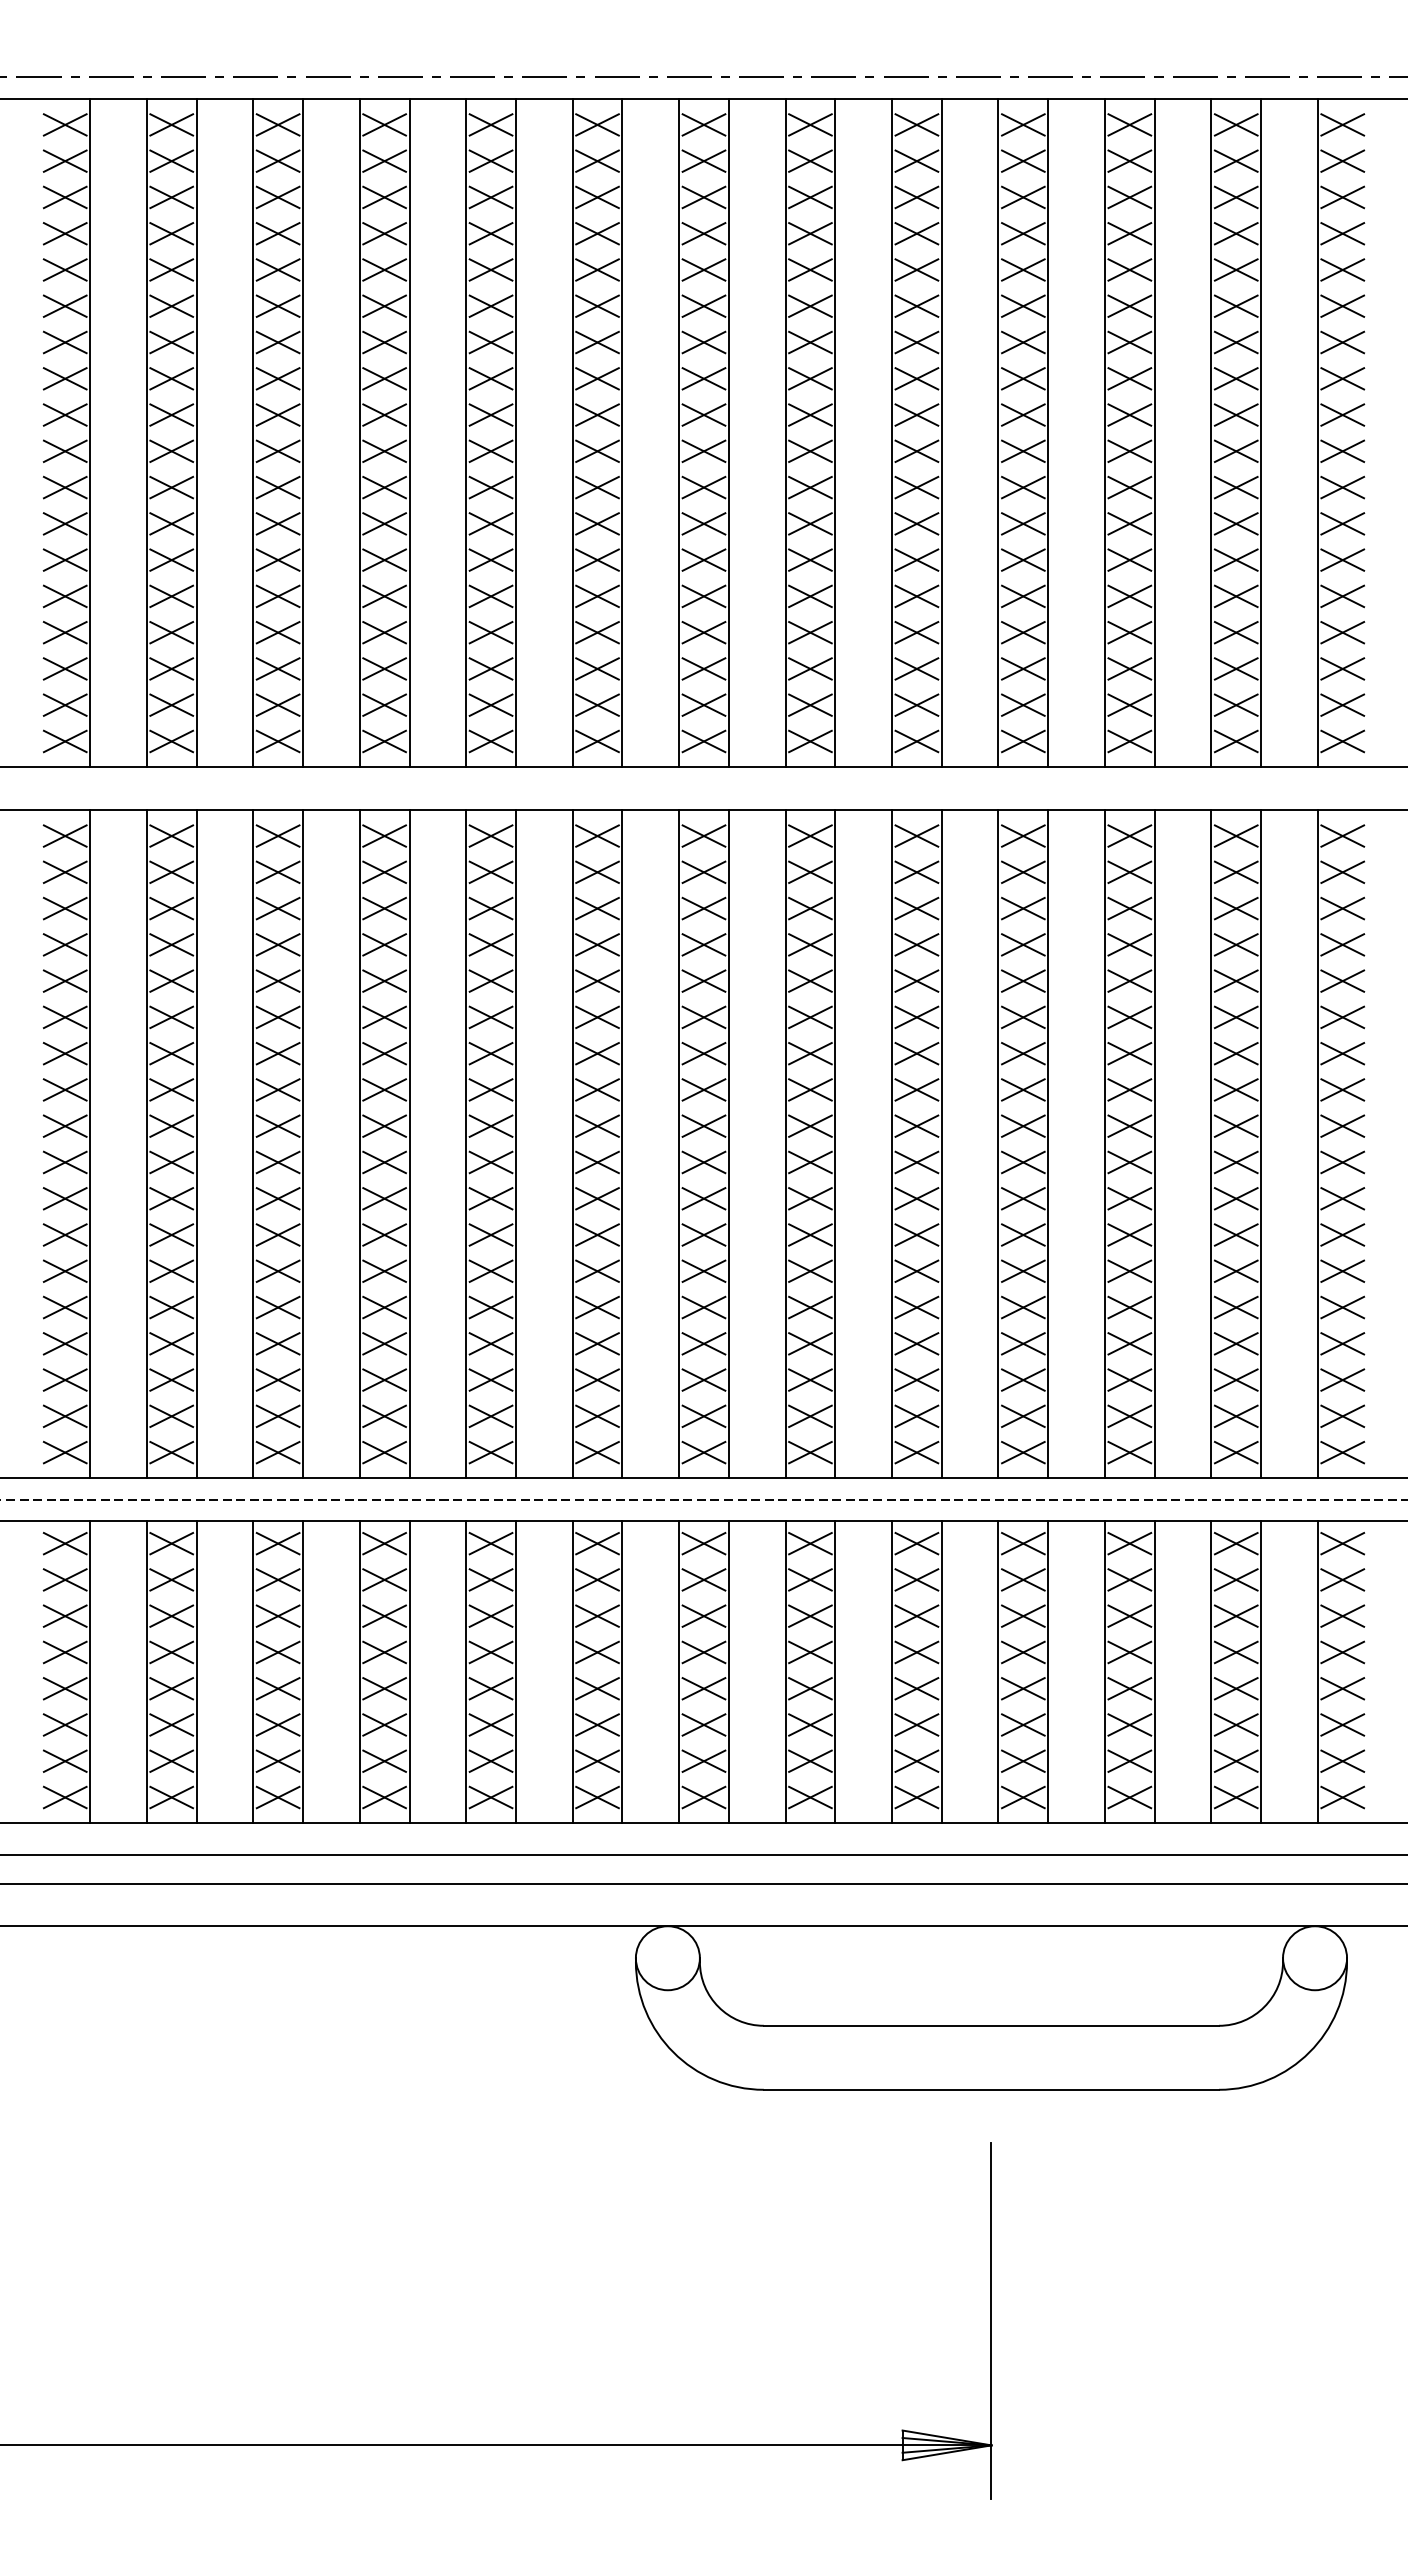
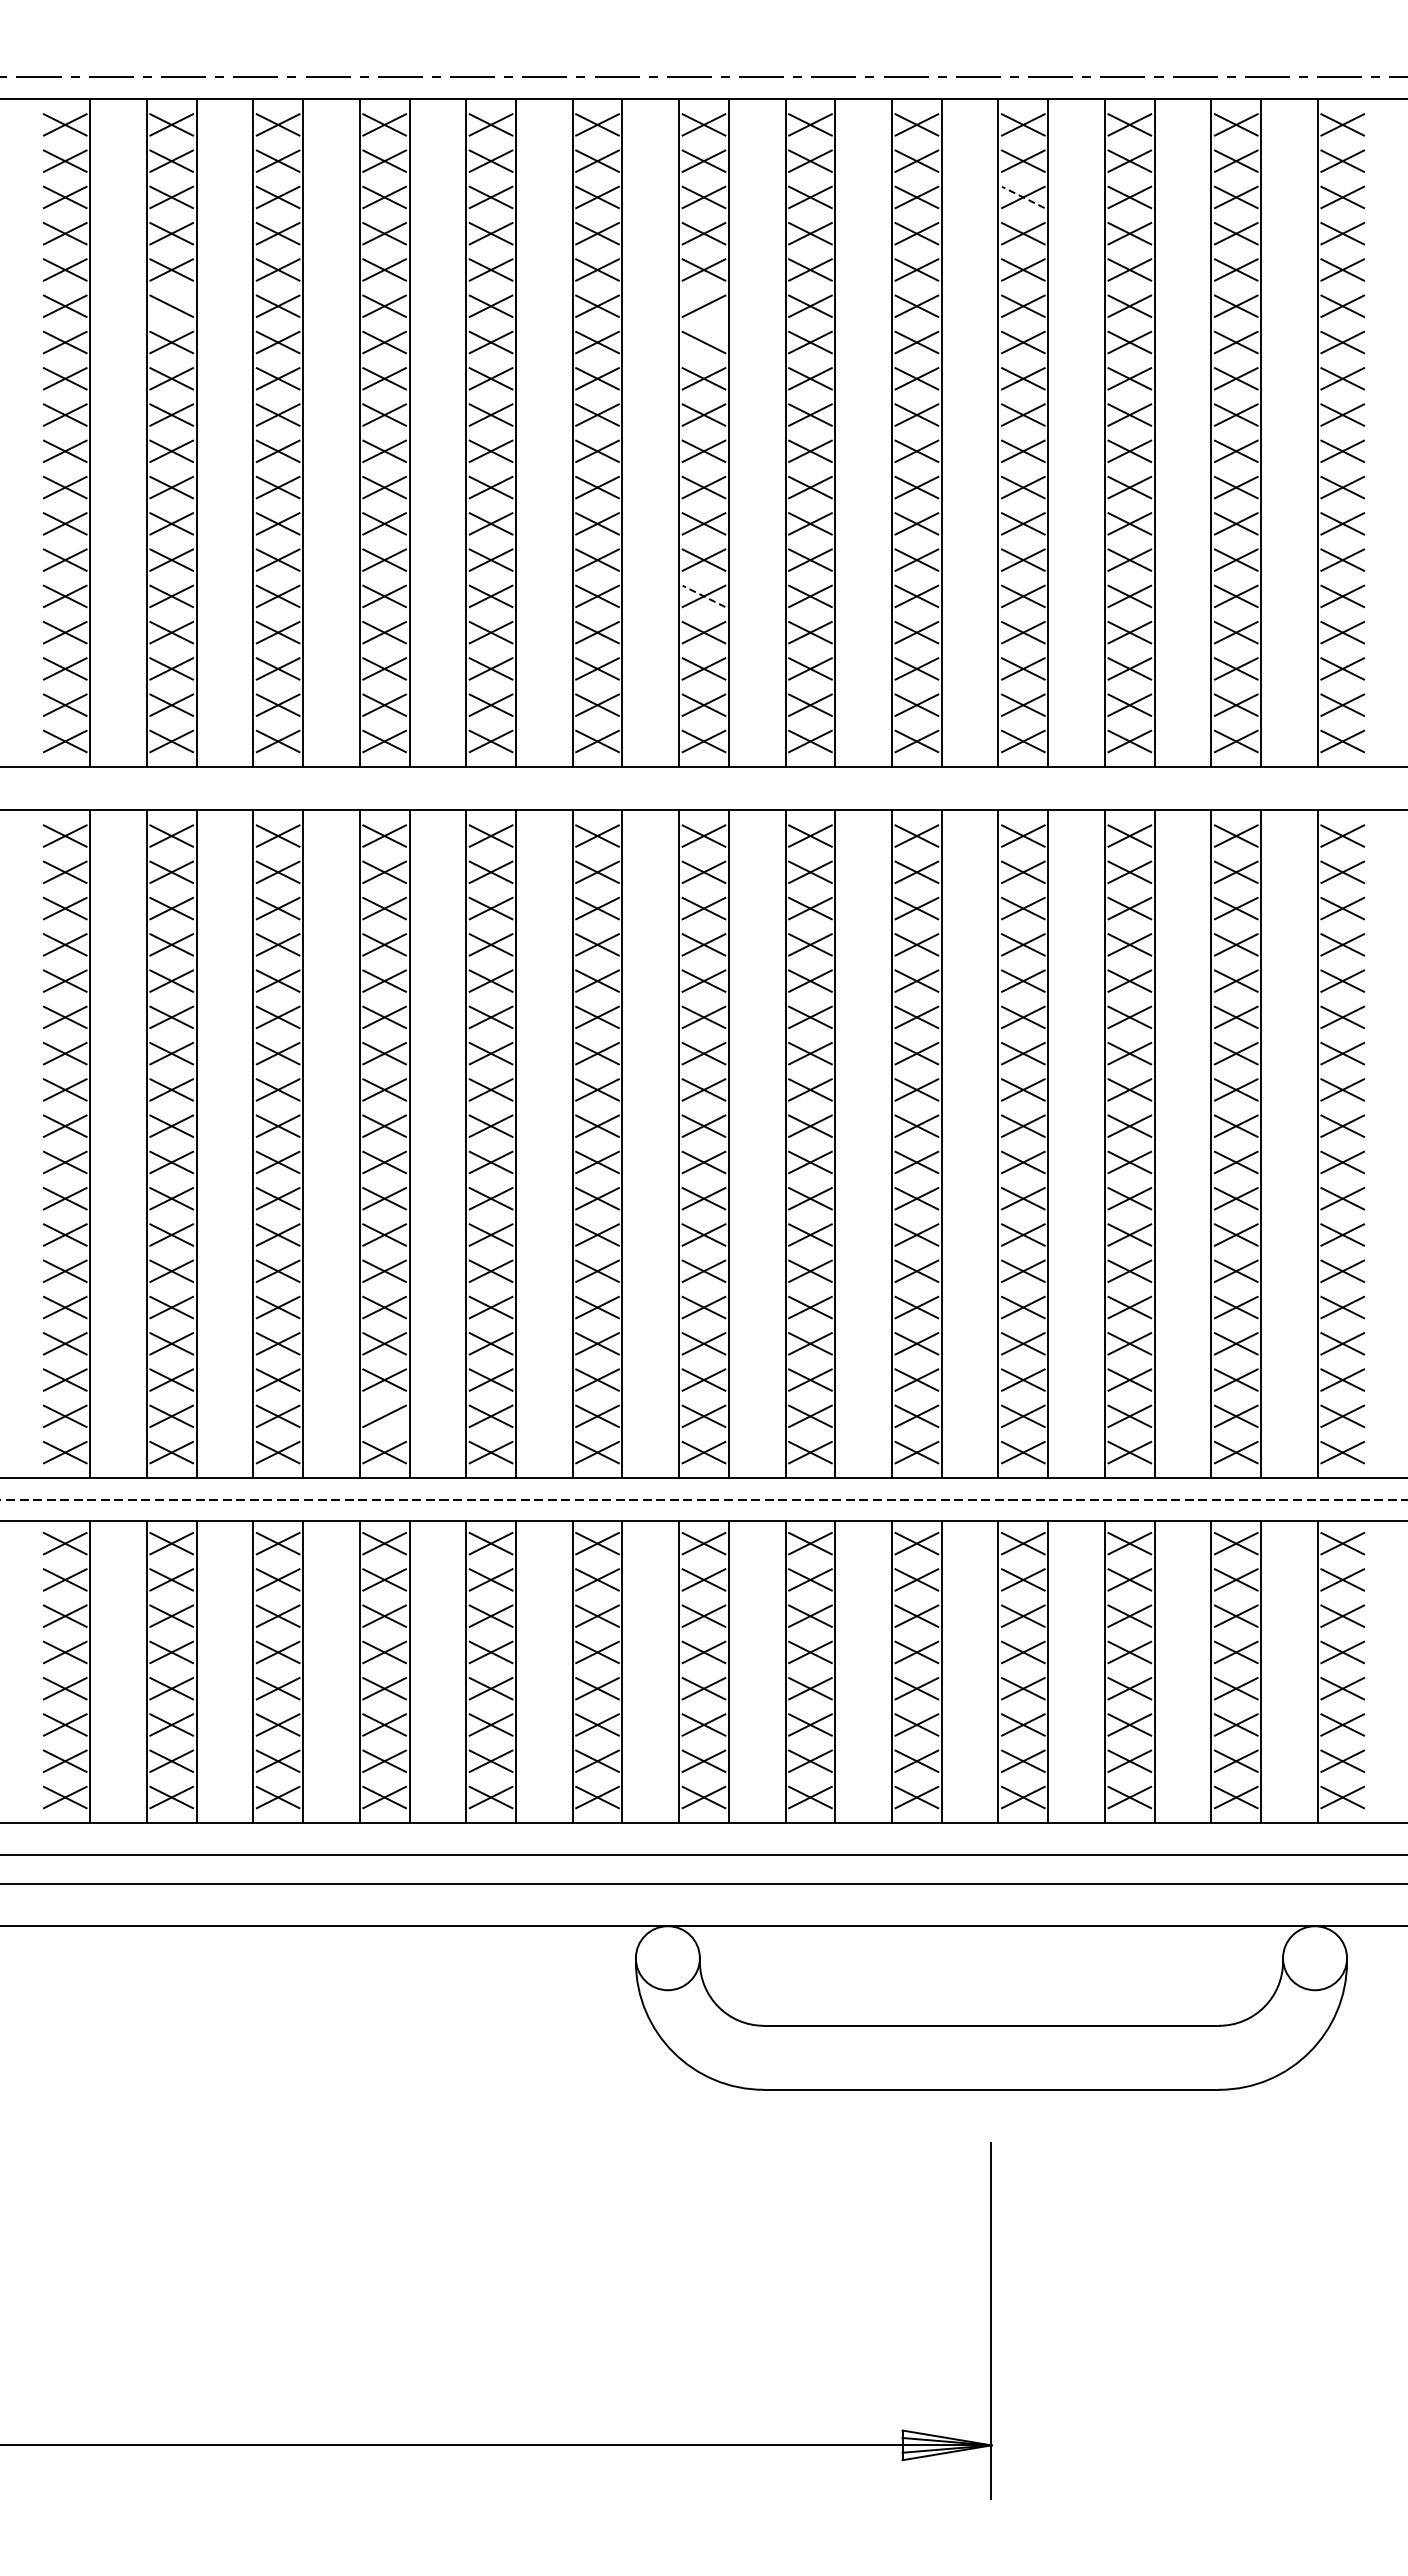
line at (1023, 197): solid -> dashed
line at (171, 305): present -> none
line at (703, 305): present -> none
line at (703, 342): present -> none
line at (704, 596): solid -> dashed
line at (384, 1416): present -> none
